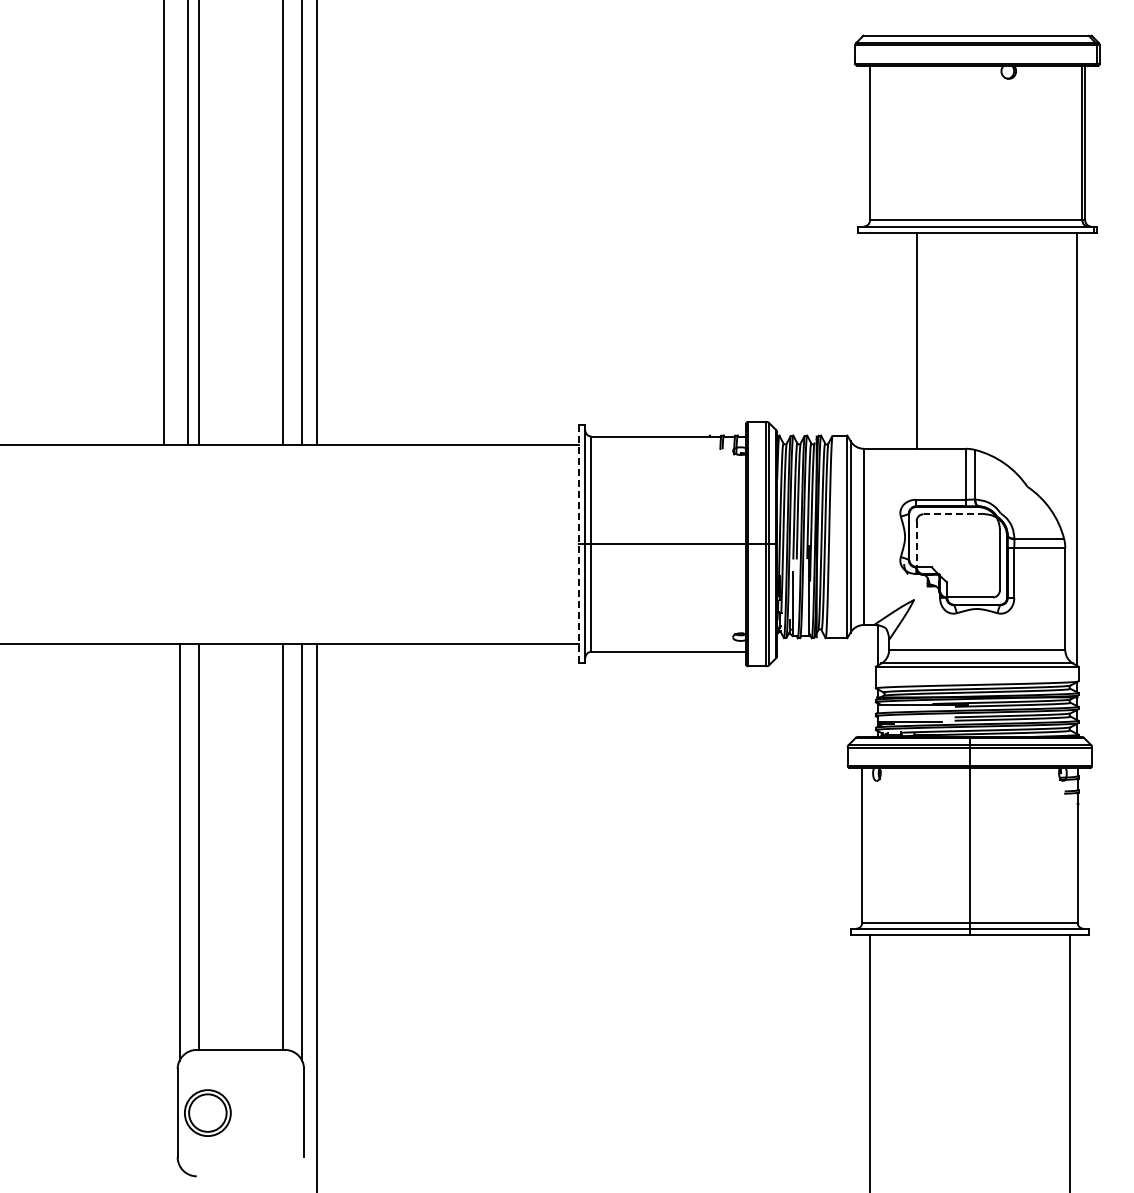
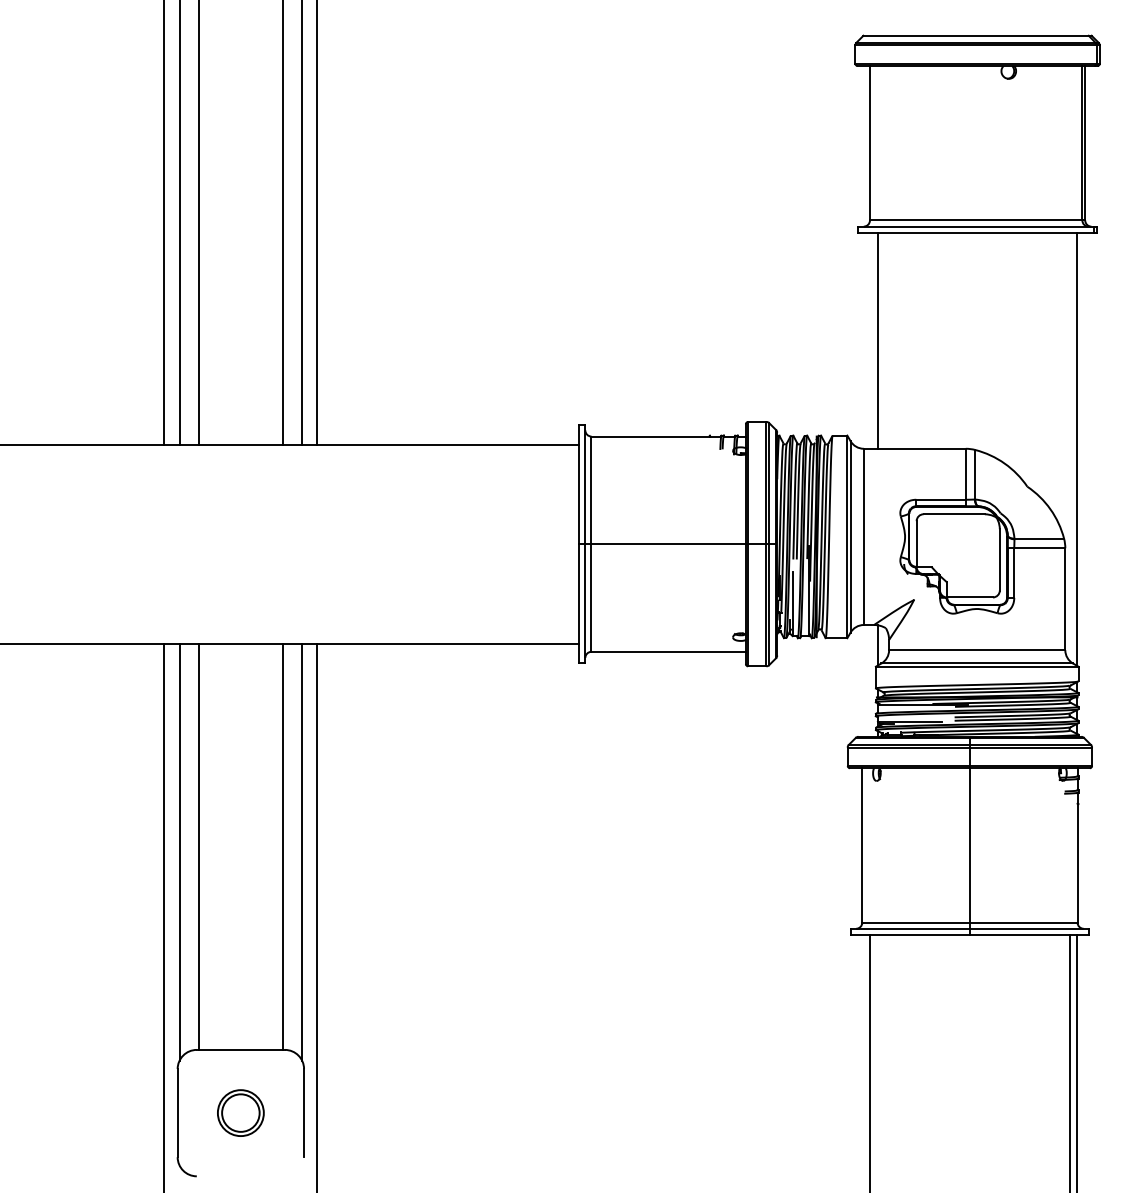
line at (187, 223) position: (187, 223) -> (179, 223)
line at (917, 340) position: (917, 340) -> (878, 340)
line at (954, 514): dashed -> solid
line at (578, 544): dashed -> solid
line at (916, 544): dashed -> solid
line at (164, 916): none -> present
line at (1077, 1062): none -> present
part at (207, 1112) position: (207, 1112) -> (240, 1112)
